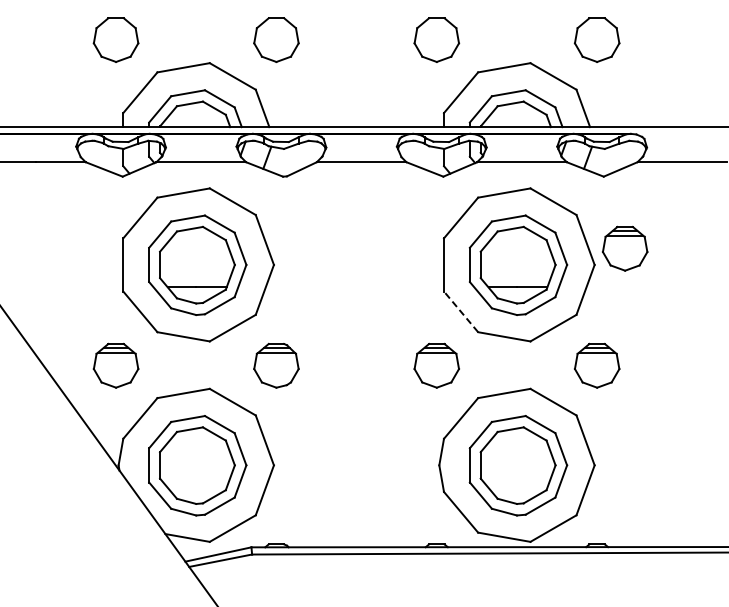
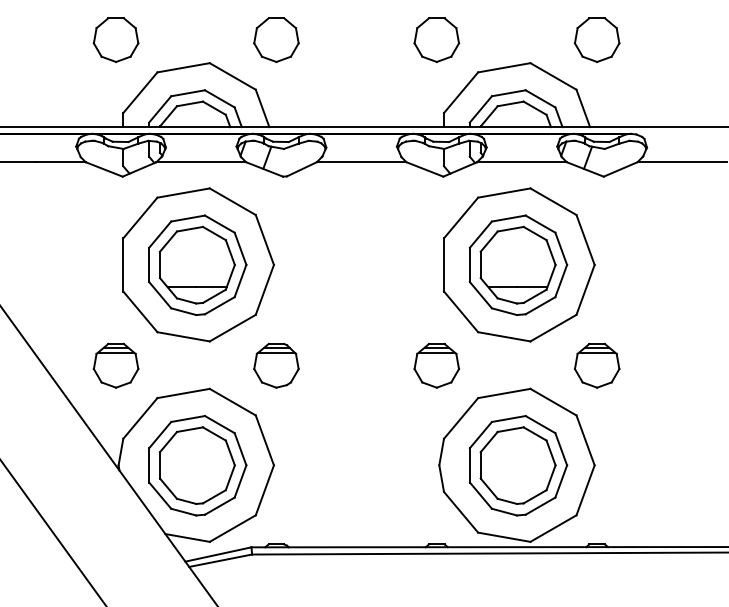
part at (625, 248): present -> none
line at (461, 311): dashed -> solid
line at (53, 532): none -> present
